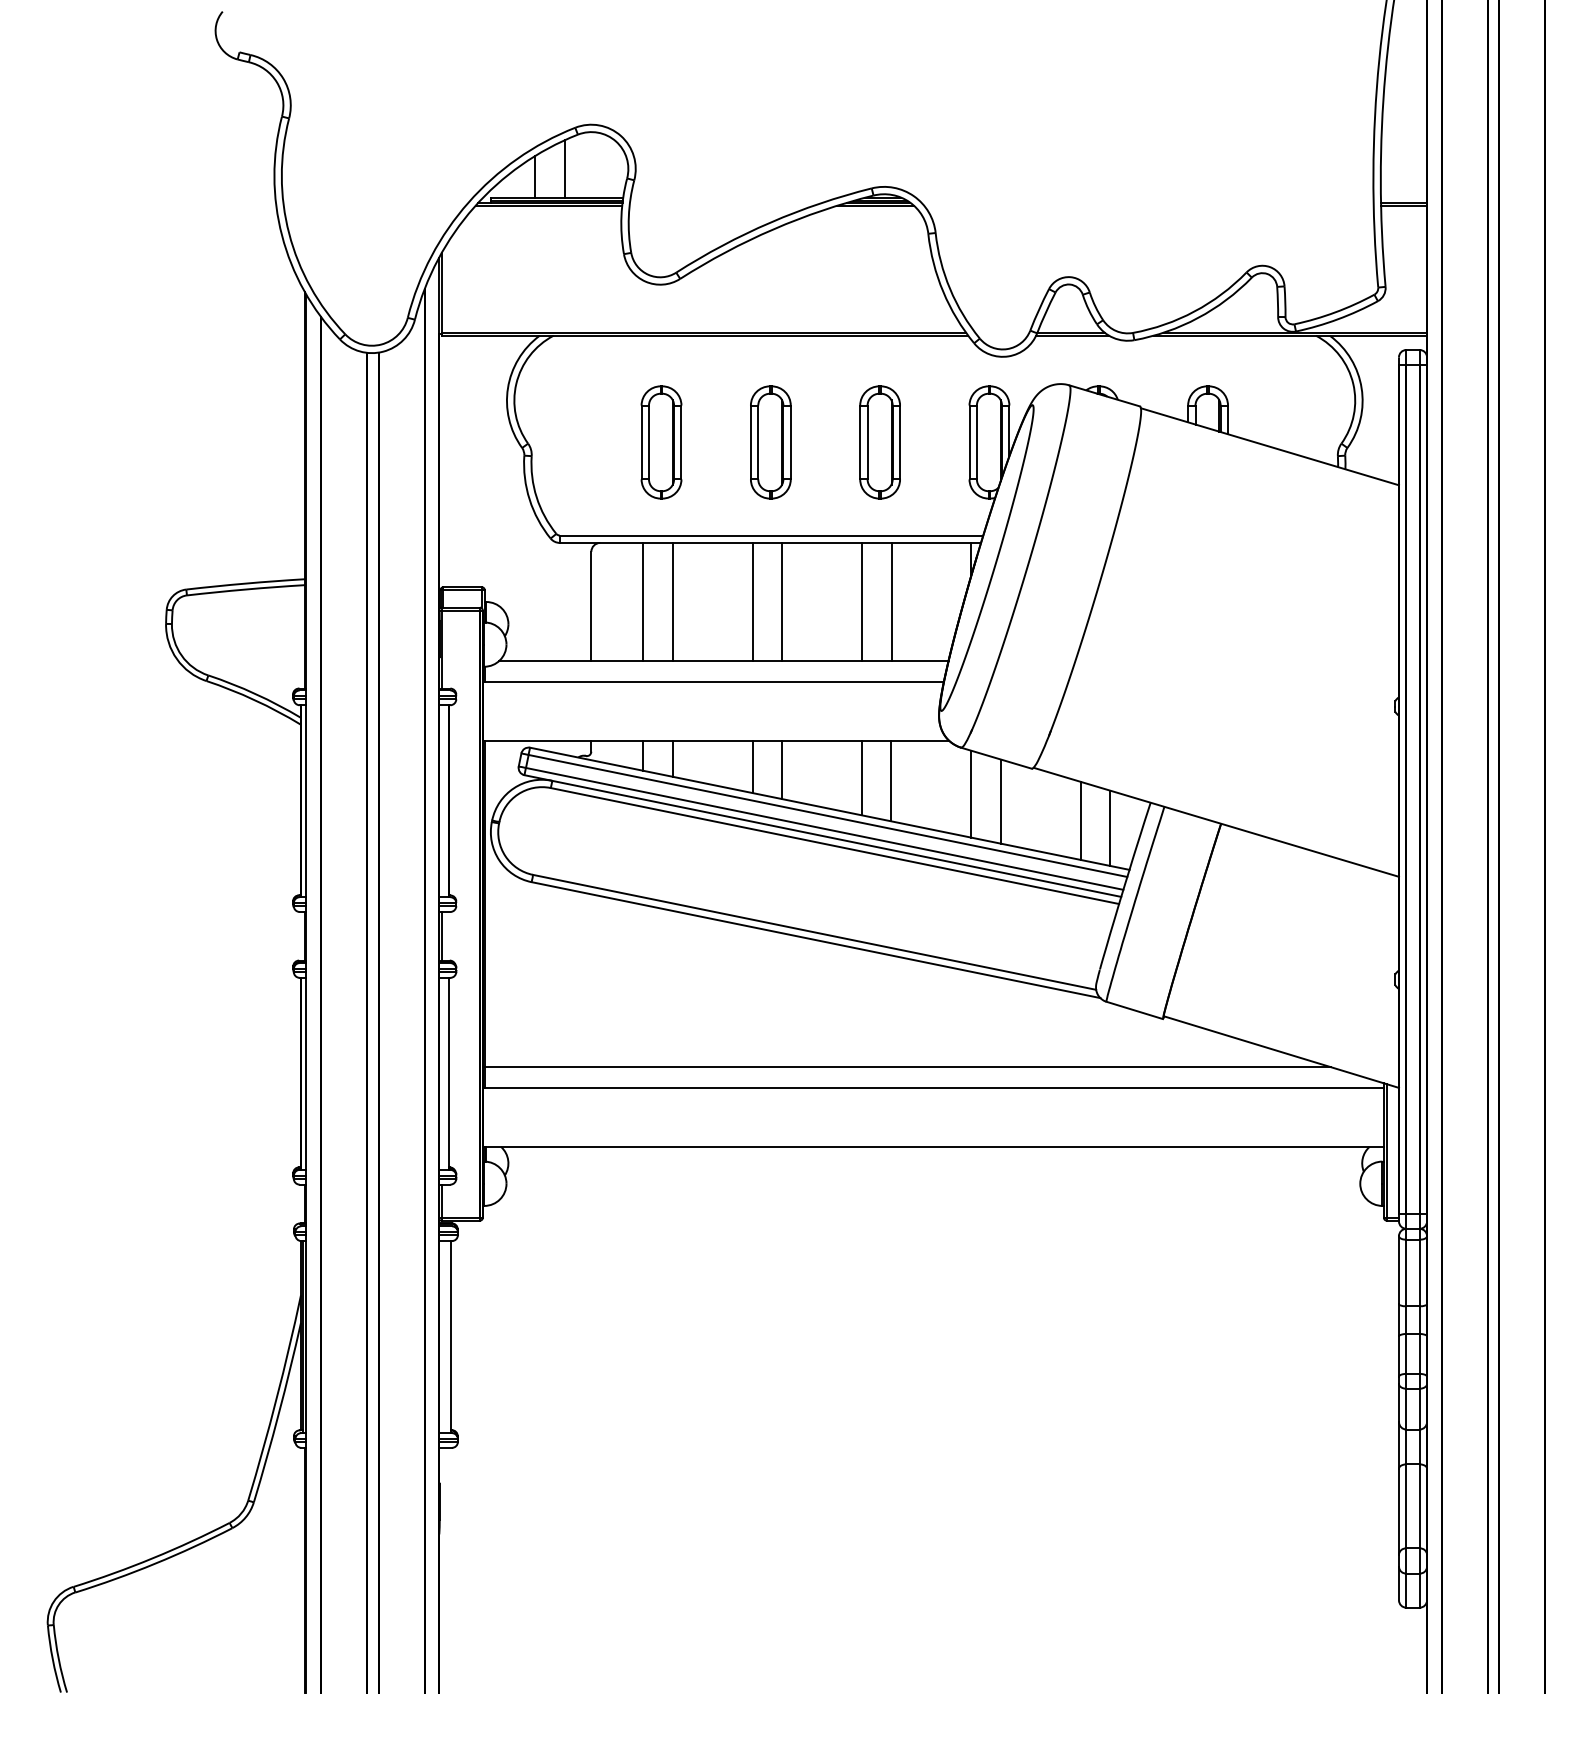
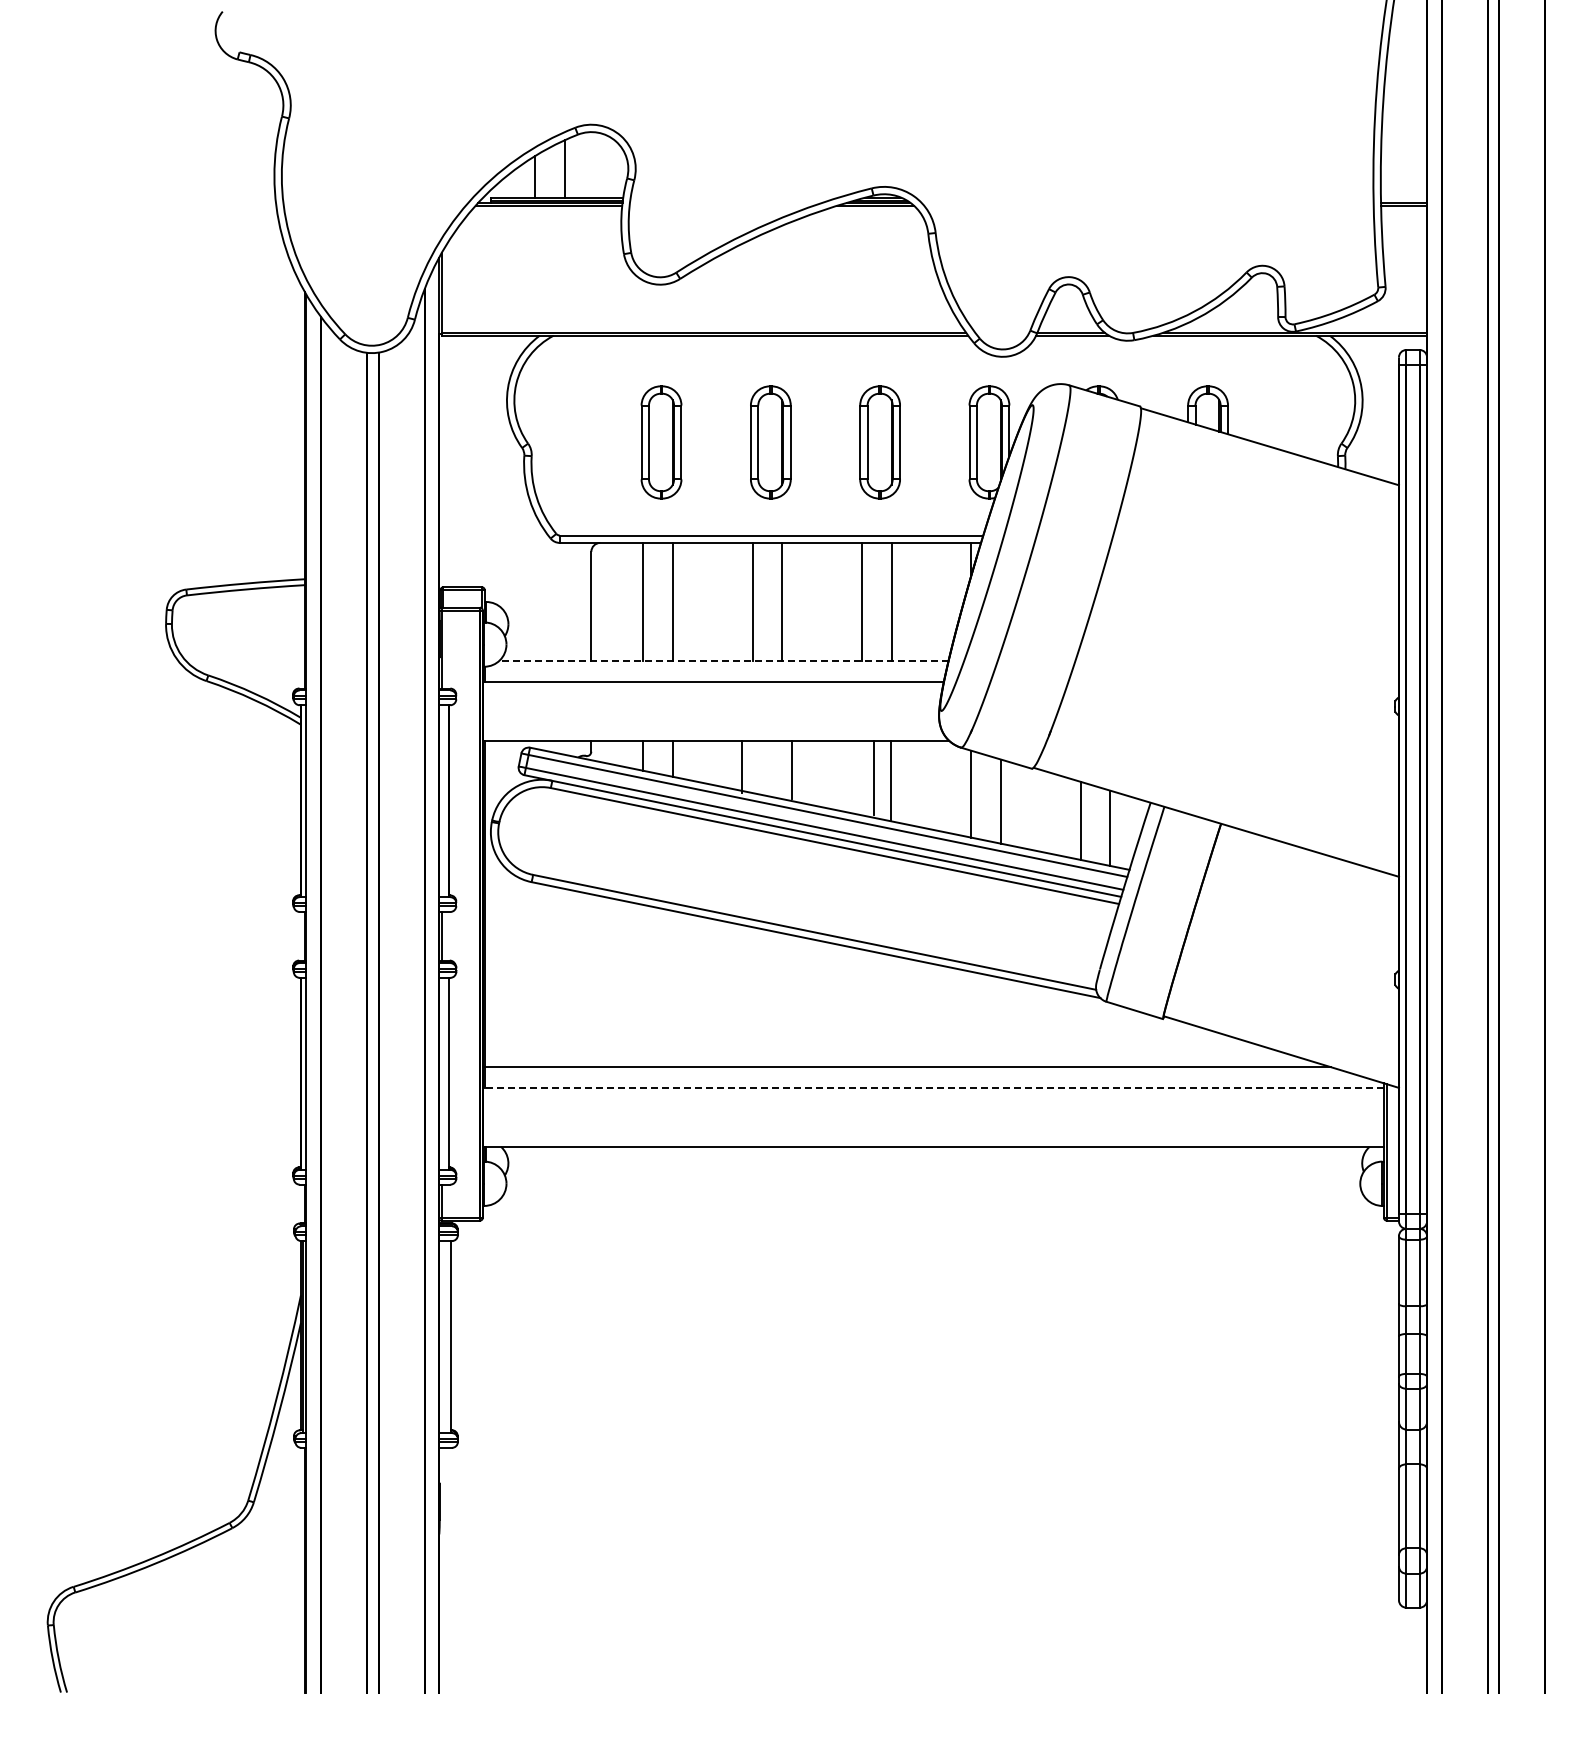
line at (723, 661): solid -> dashed
line at (752, 766) position: (752, 766) -> (741, 766)
line at (782, 769) position: (782, 769) -> (792, 769)
line at (861, 777) position: (861, 777) -> (873, 777)
line at (933, 1087): solid -> dashed
